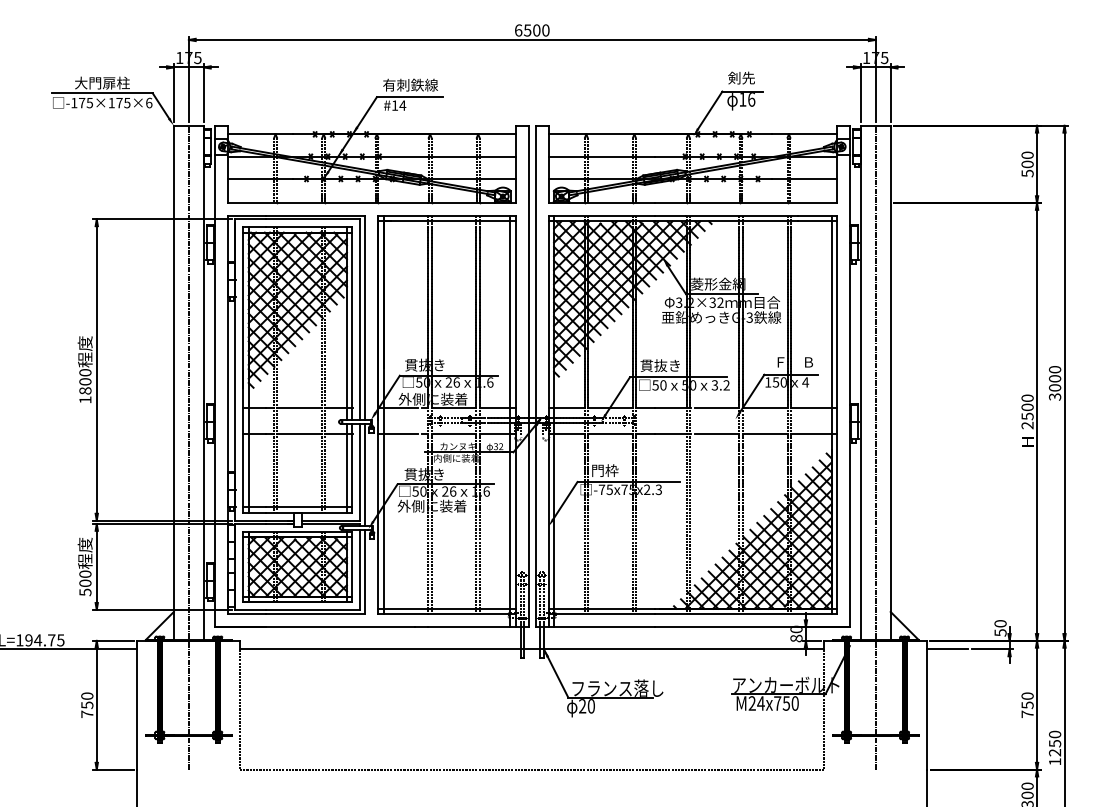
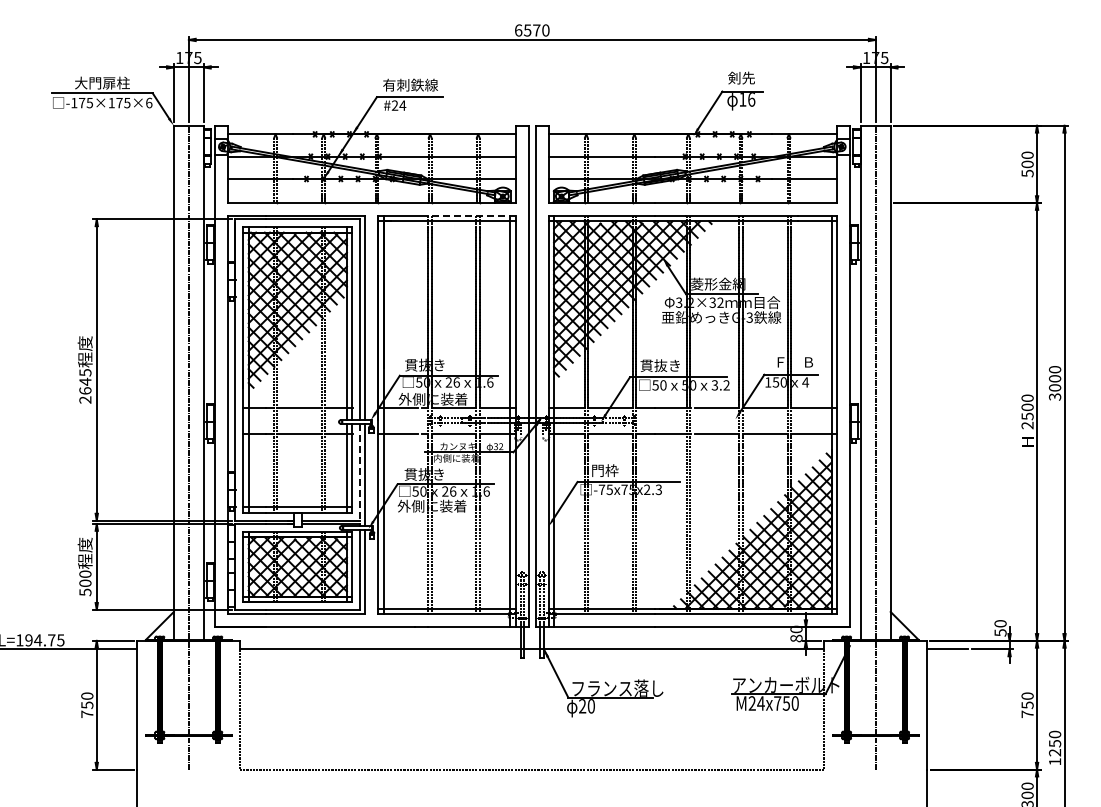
text at (536, 30): 6500 -> 6570
text at (394, 105): #14 -> #24
line at (471, 215): solid -> dashed
text at (85, 386): 1800 -> 2645
line at (360, 472): solid -> dashed
